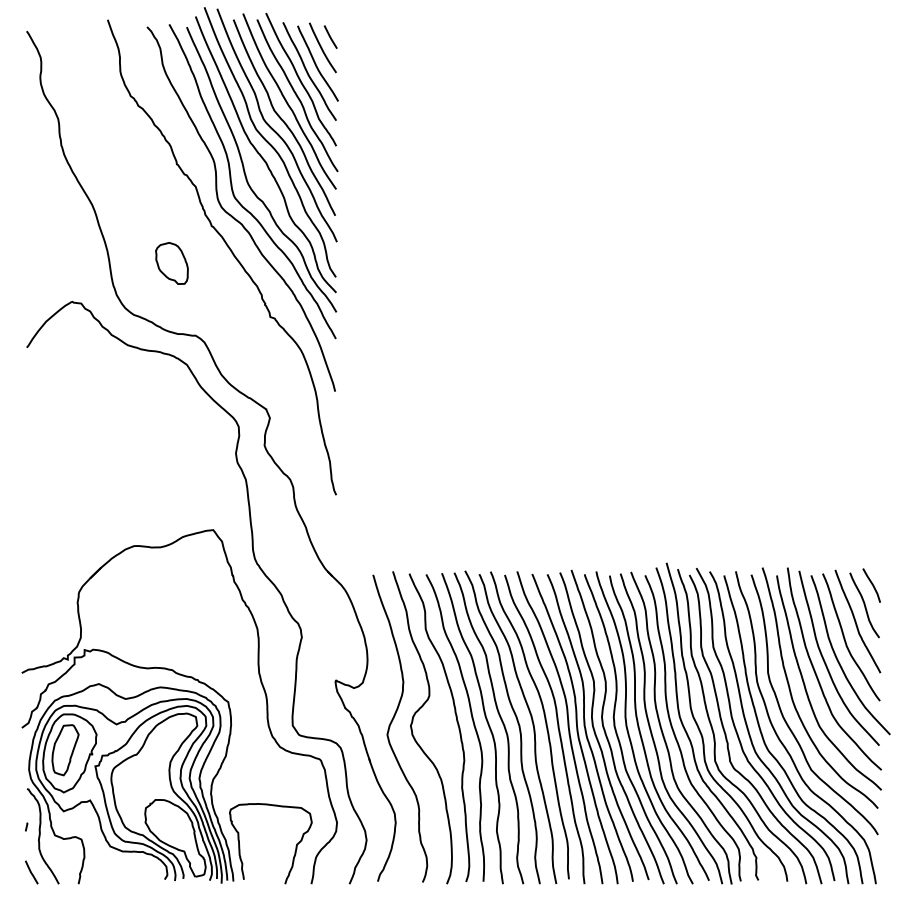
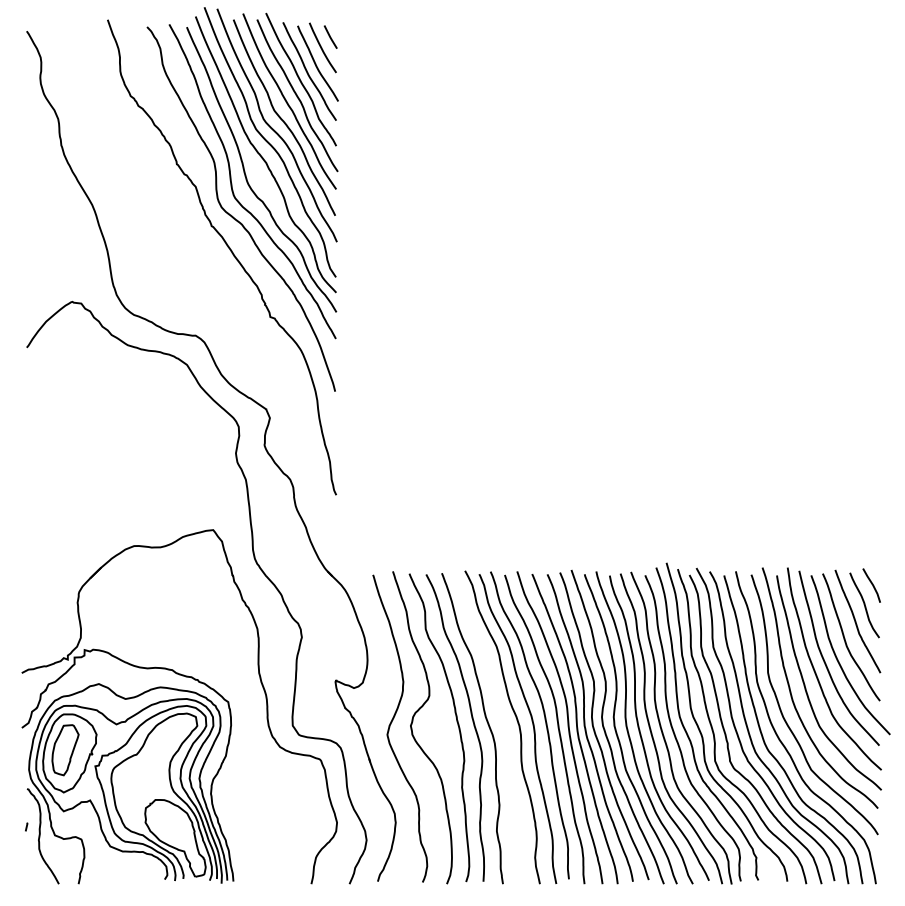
part at (171, 263): present -> none
curve at (501, 722): present -> none
curve at (295, 846): present -> none
line at (31, 872): present -> none
